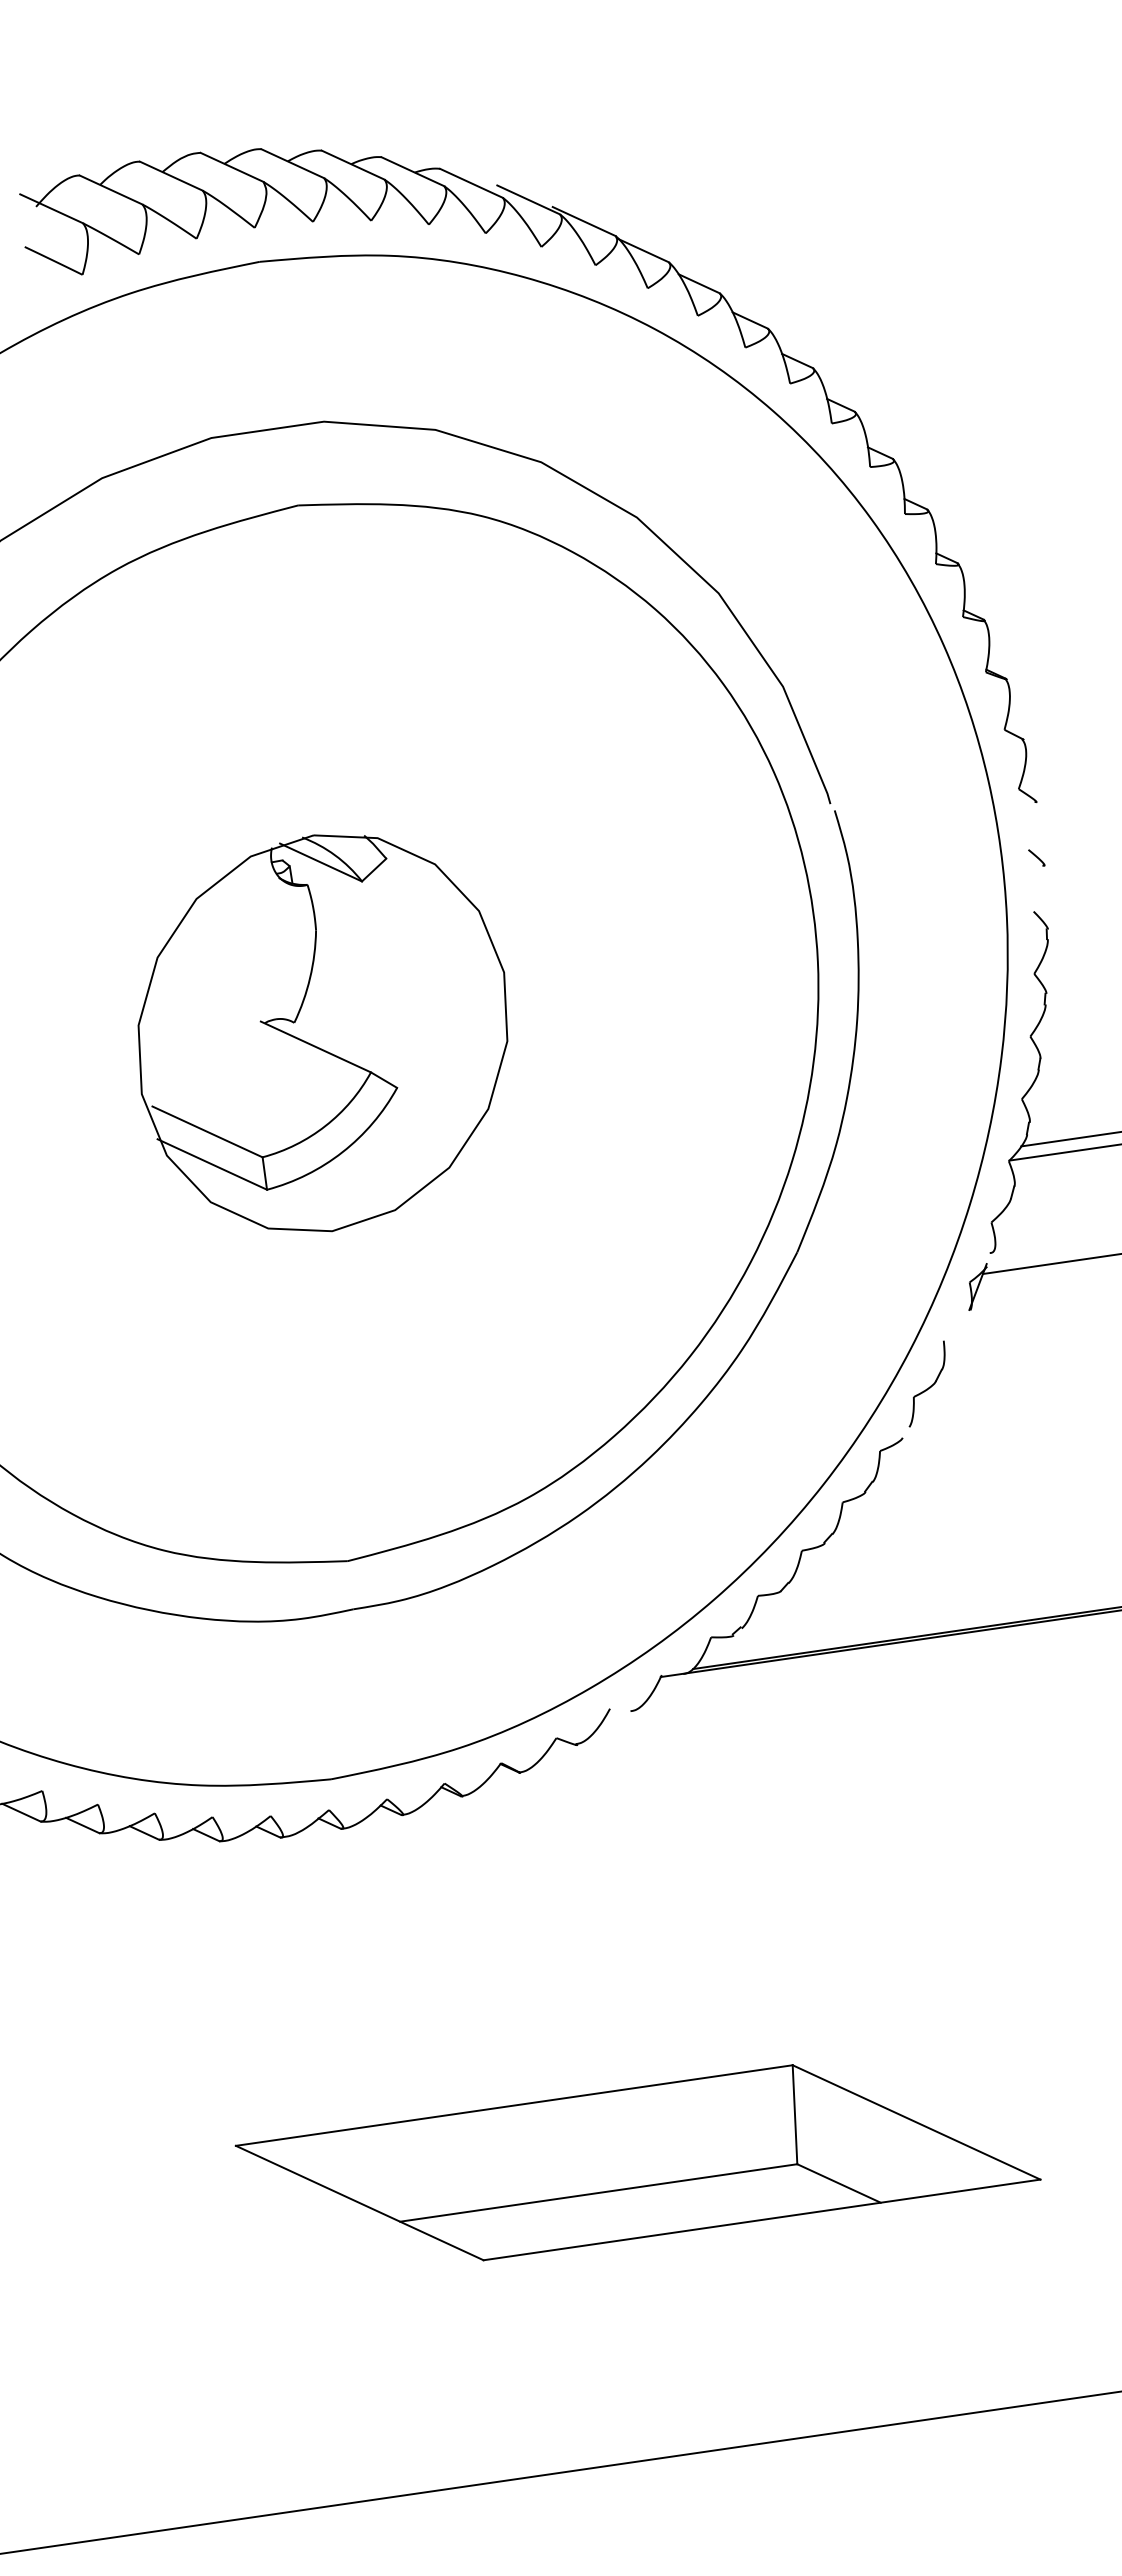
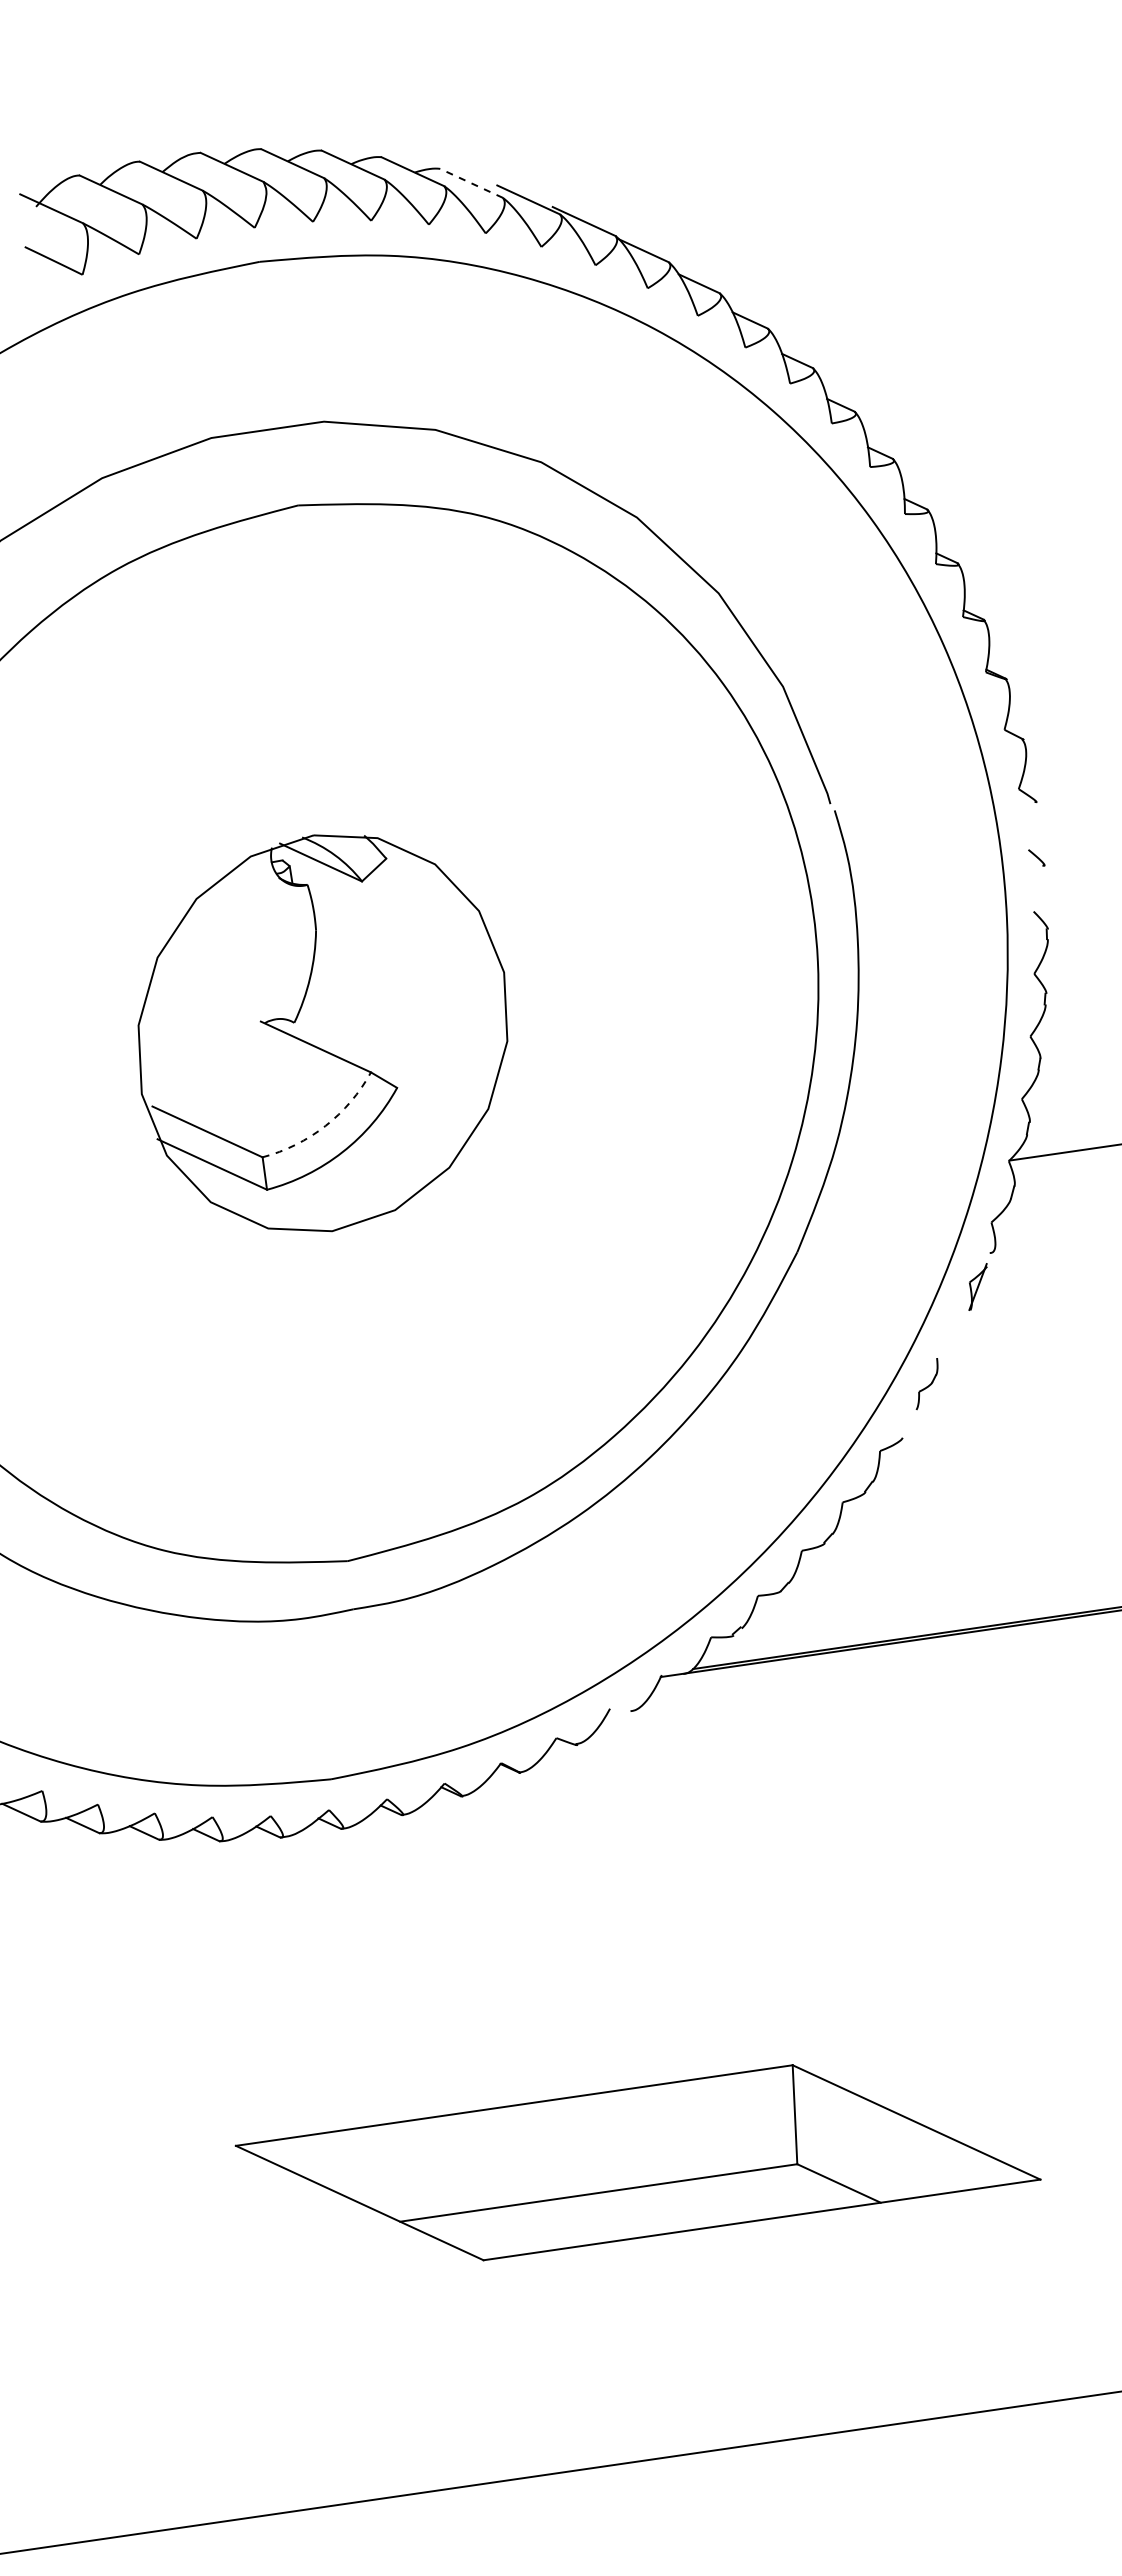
line at (471, 183): solid -> dashed
arc at (325, 1126): solid -> dashed
line at (1069, 1139): present -> none
line at (1050, 1264): present -> none
part at (926, 1383) size: 38x88 px -> 24x53 px
